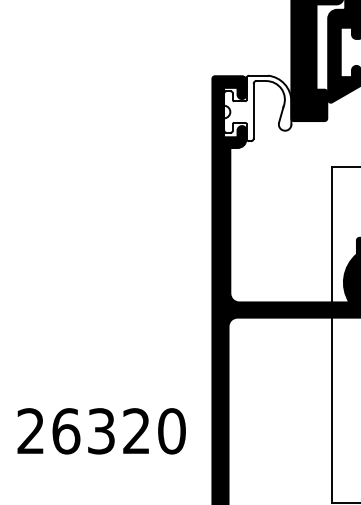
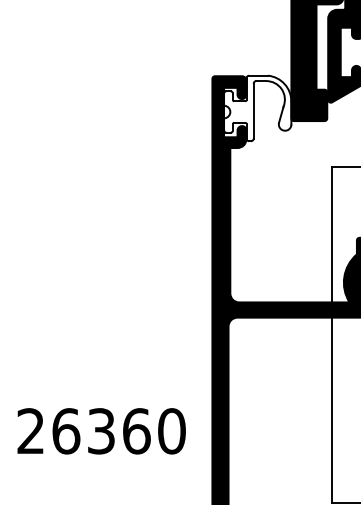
text at (136, 431): 26320 -> 26360
